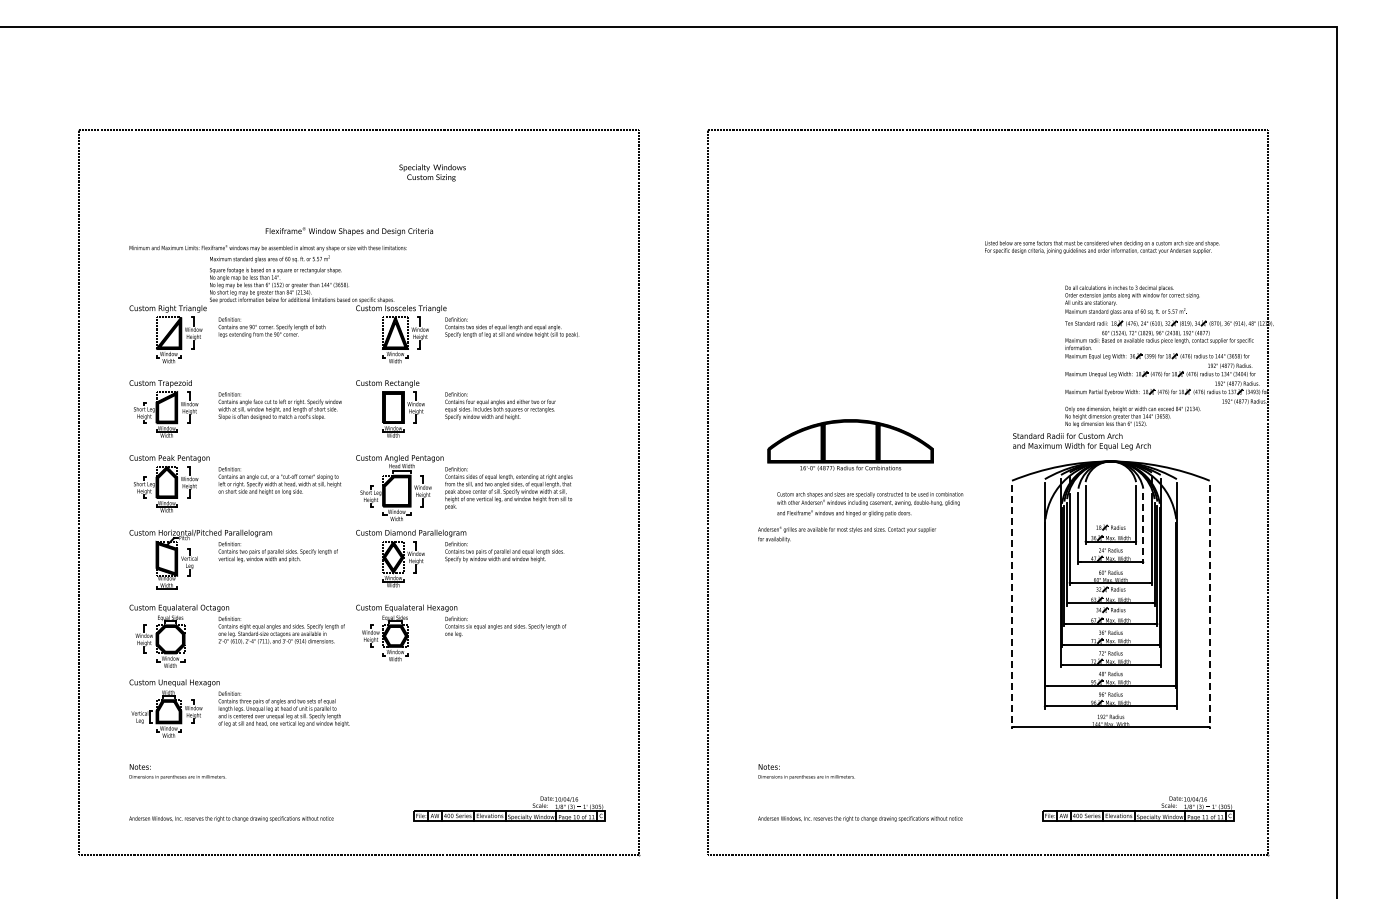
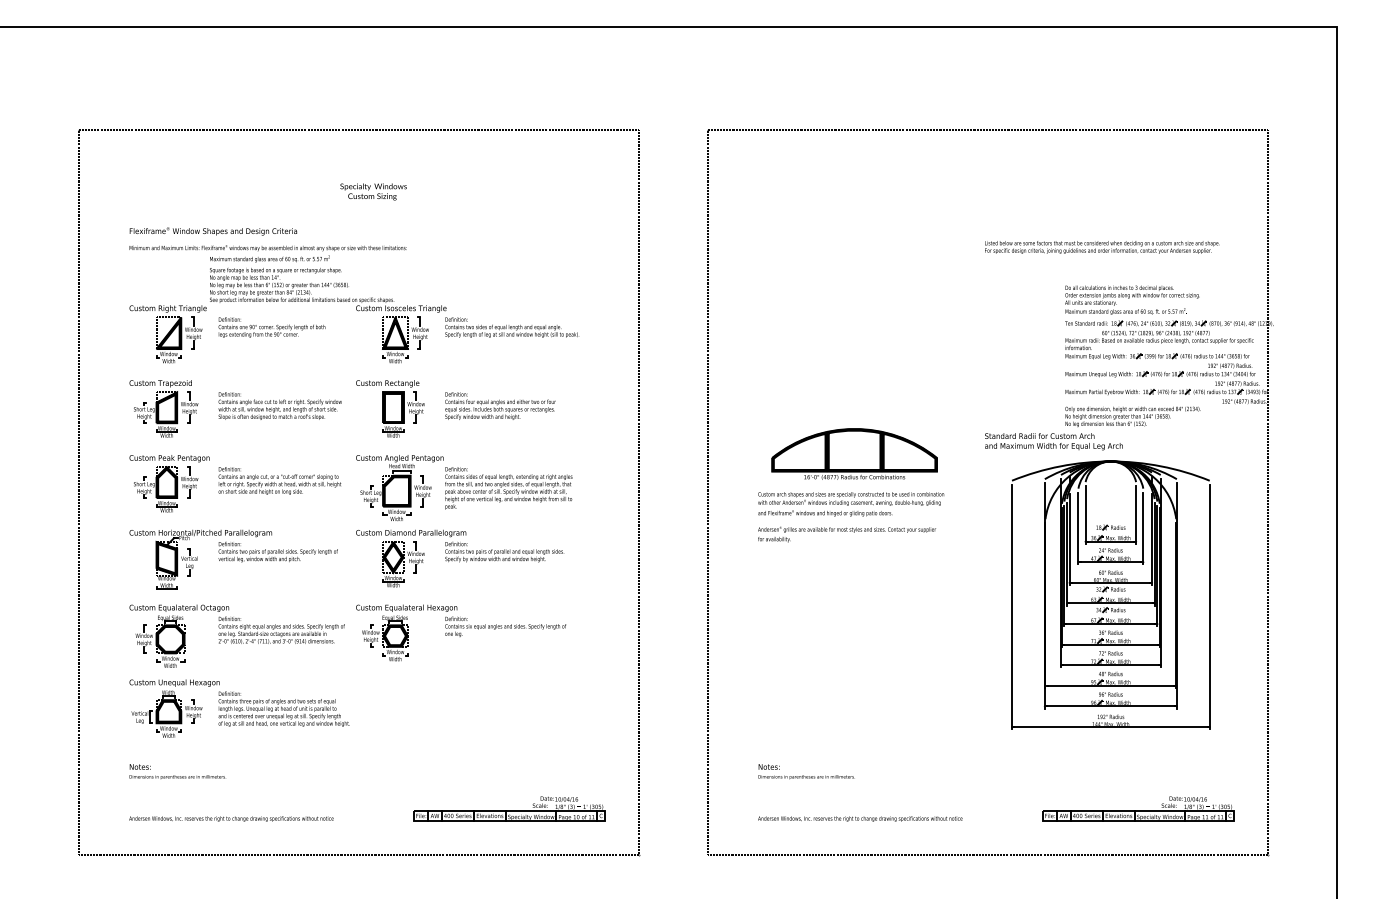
text at (432, 172) position: (432, 172) -> (373, 191)
text at (349, 231) position: (349, 231) -> (213, 231)
text at (1081, 441) position: (1081, 441) -> (1053, 441)
part at (850, 444) position: (850, 444) -> (854, 453)
text at (870, 504) position: (870, 504) -> (851, 504)
line at (1143, 528): dashed -> solid
line at (1012, 607): dashed -> solid
line at (1209, 607): dashed -> solid
